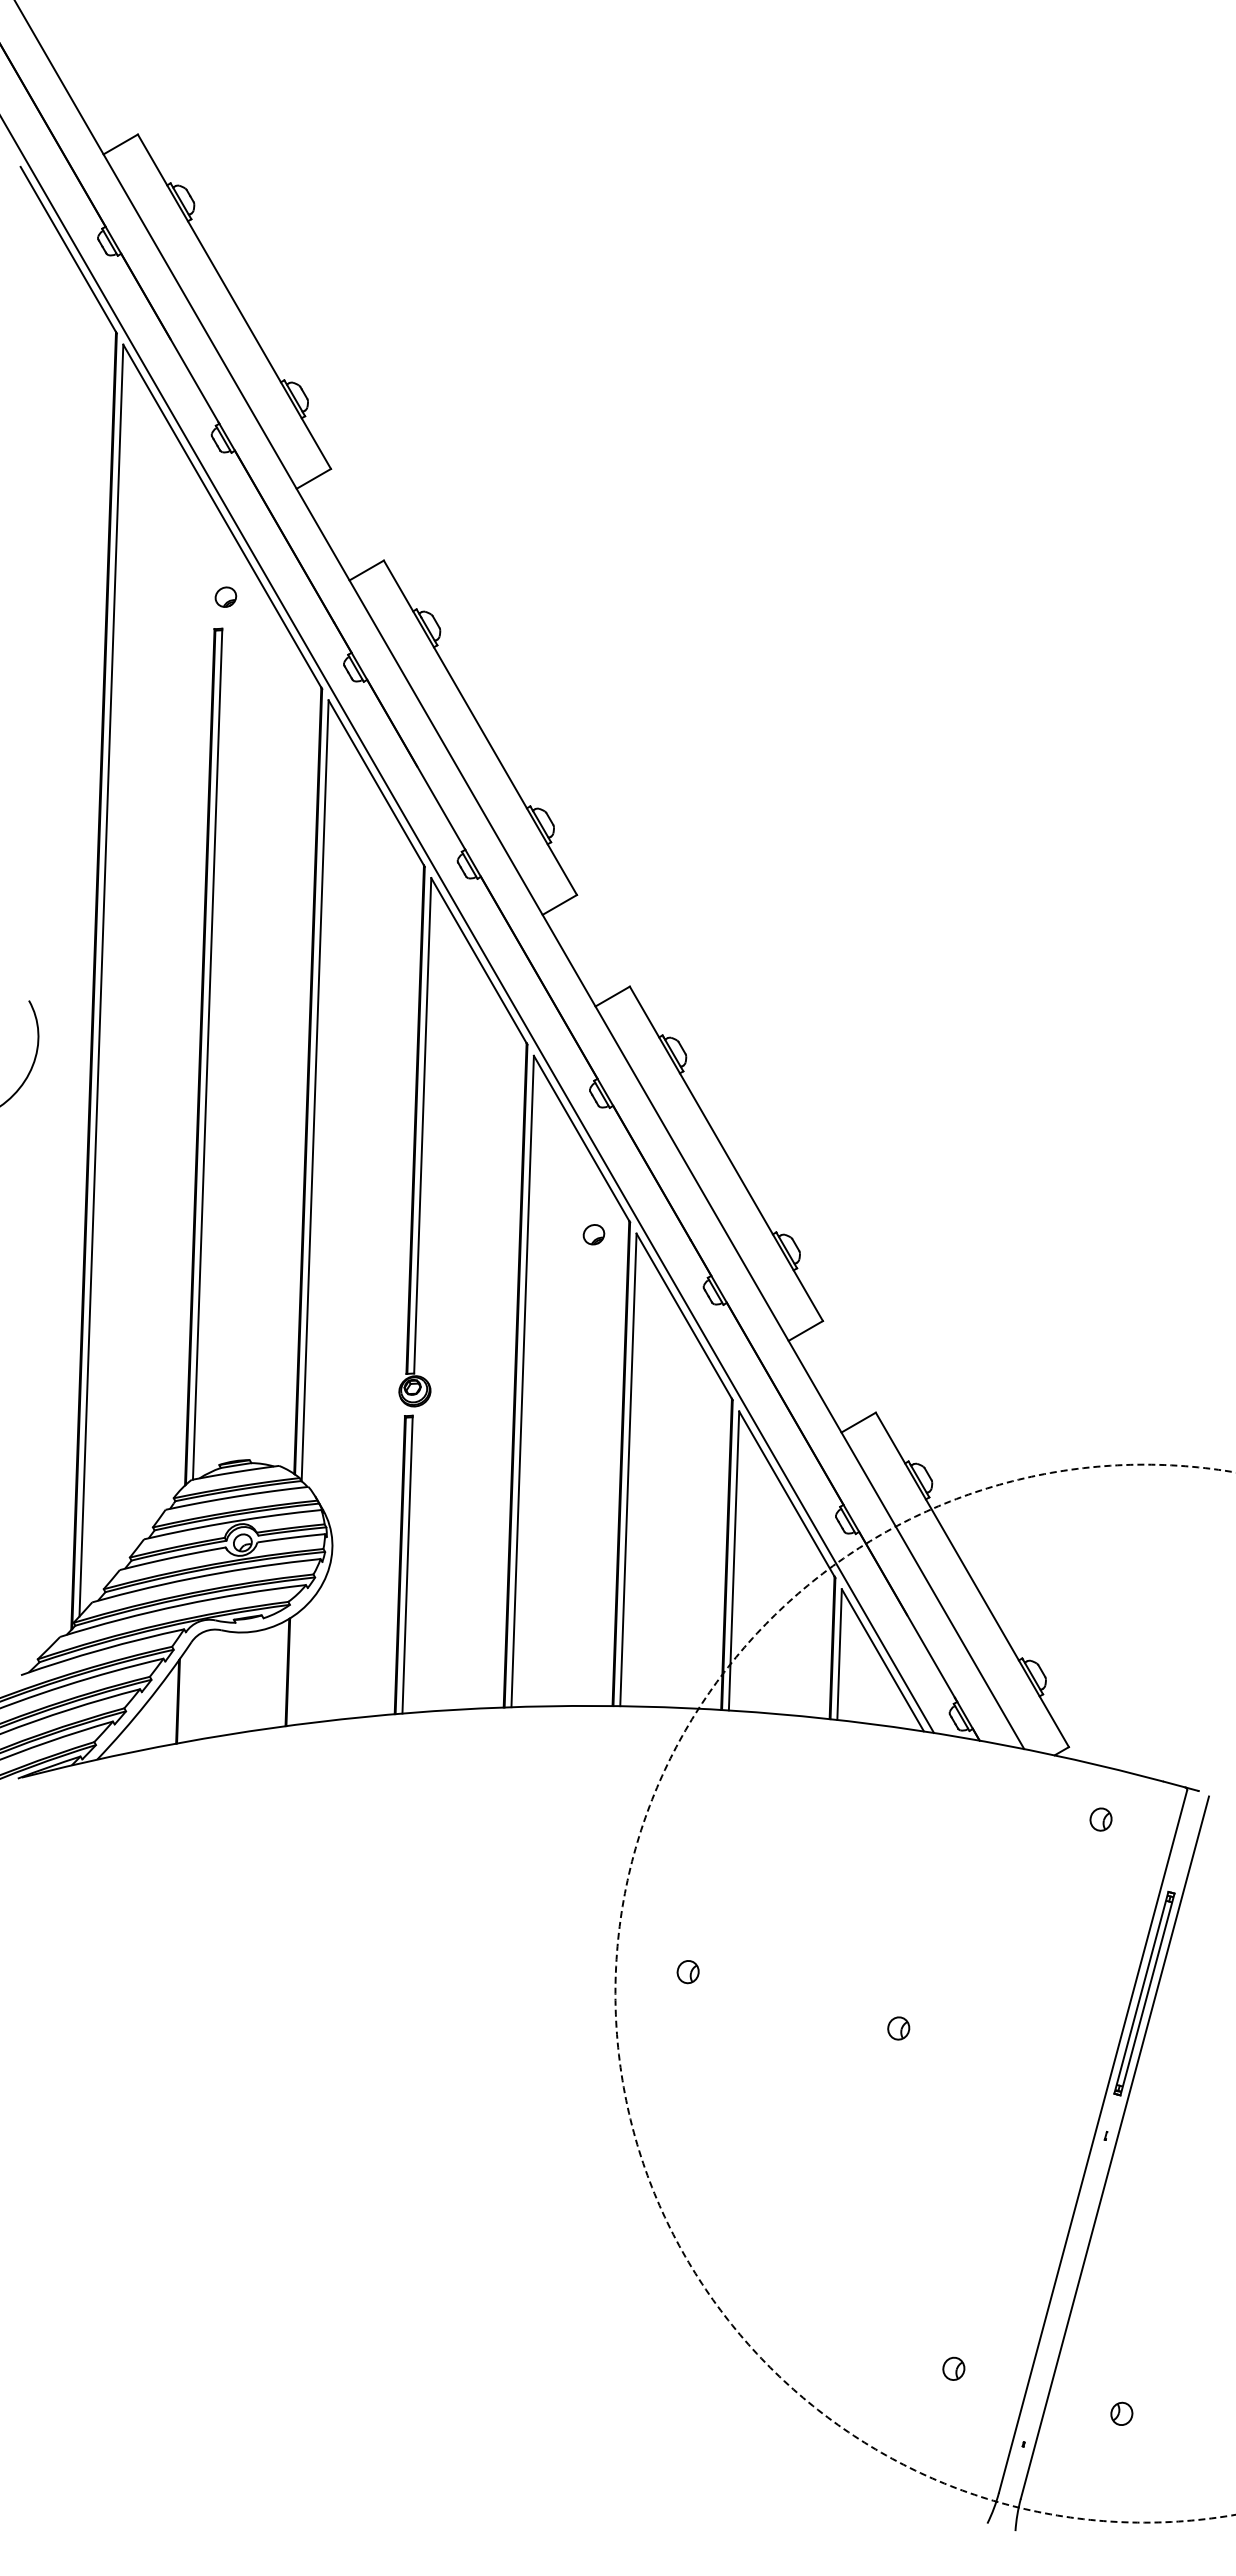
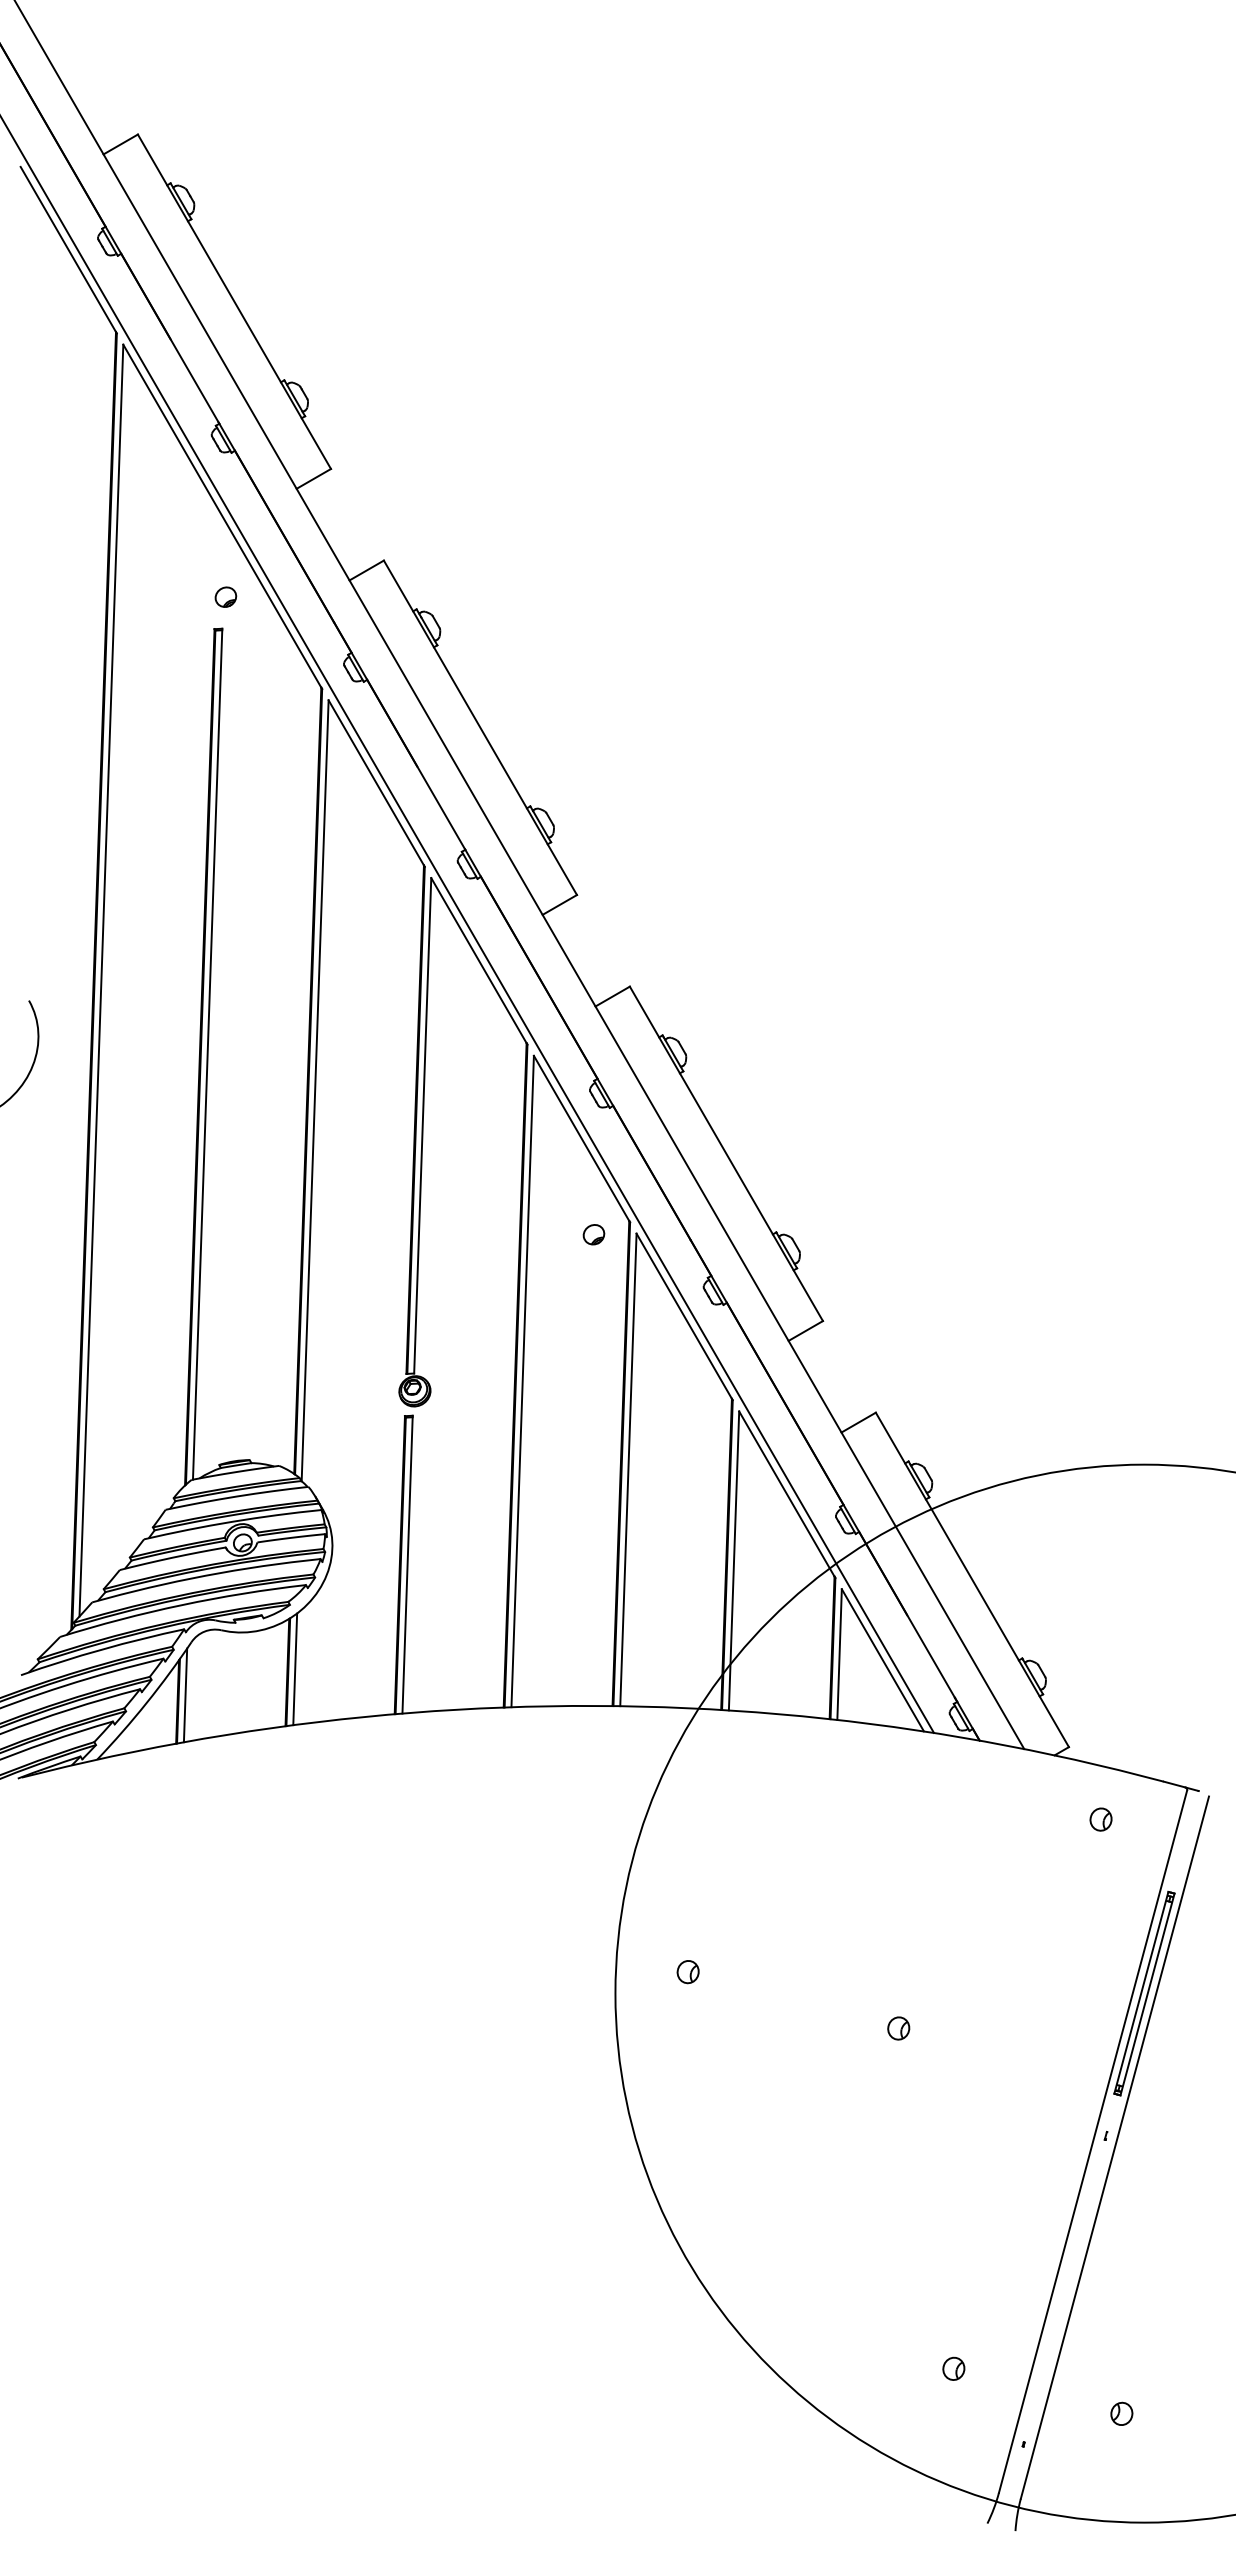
line at (295, 1669): none -> present
line at (185, 1695): none -> present
circle at (925, 1993): dashed -> solid
